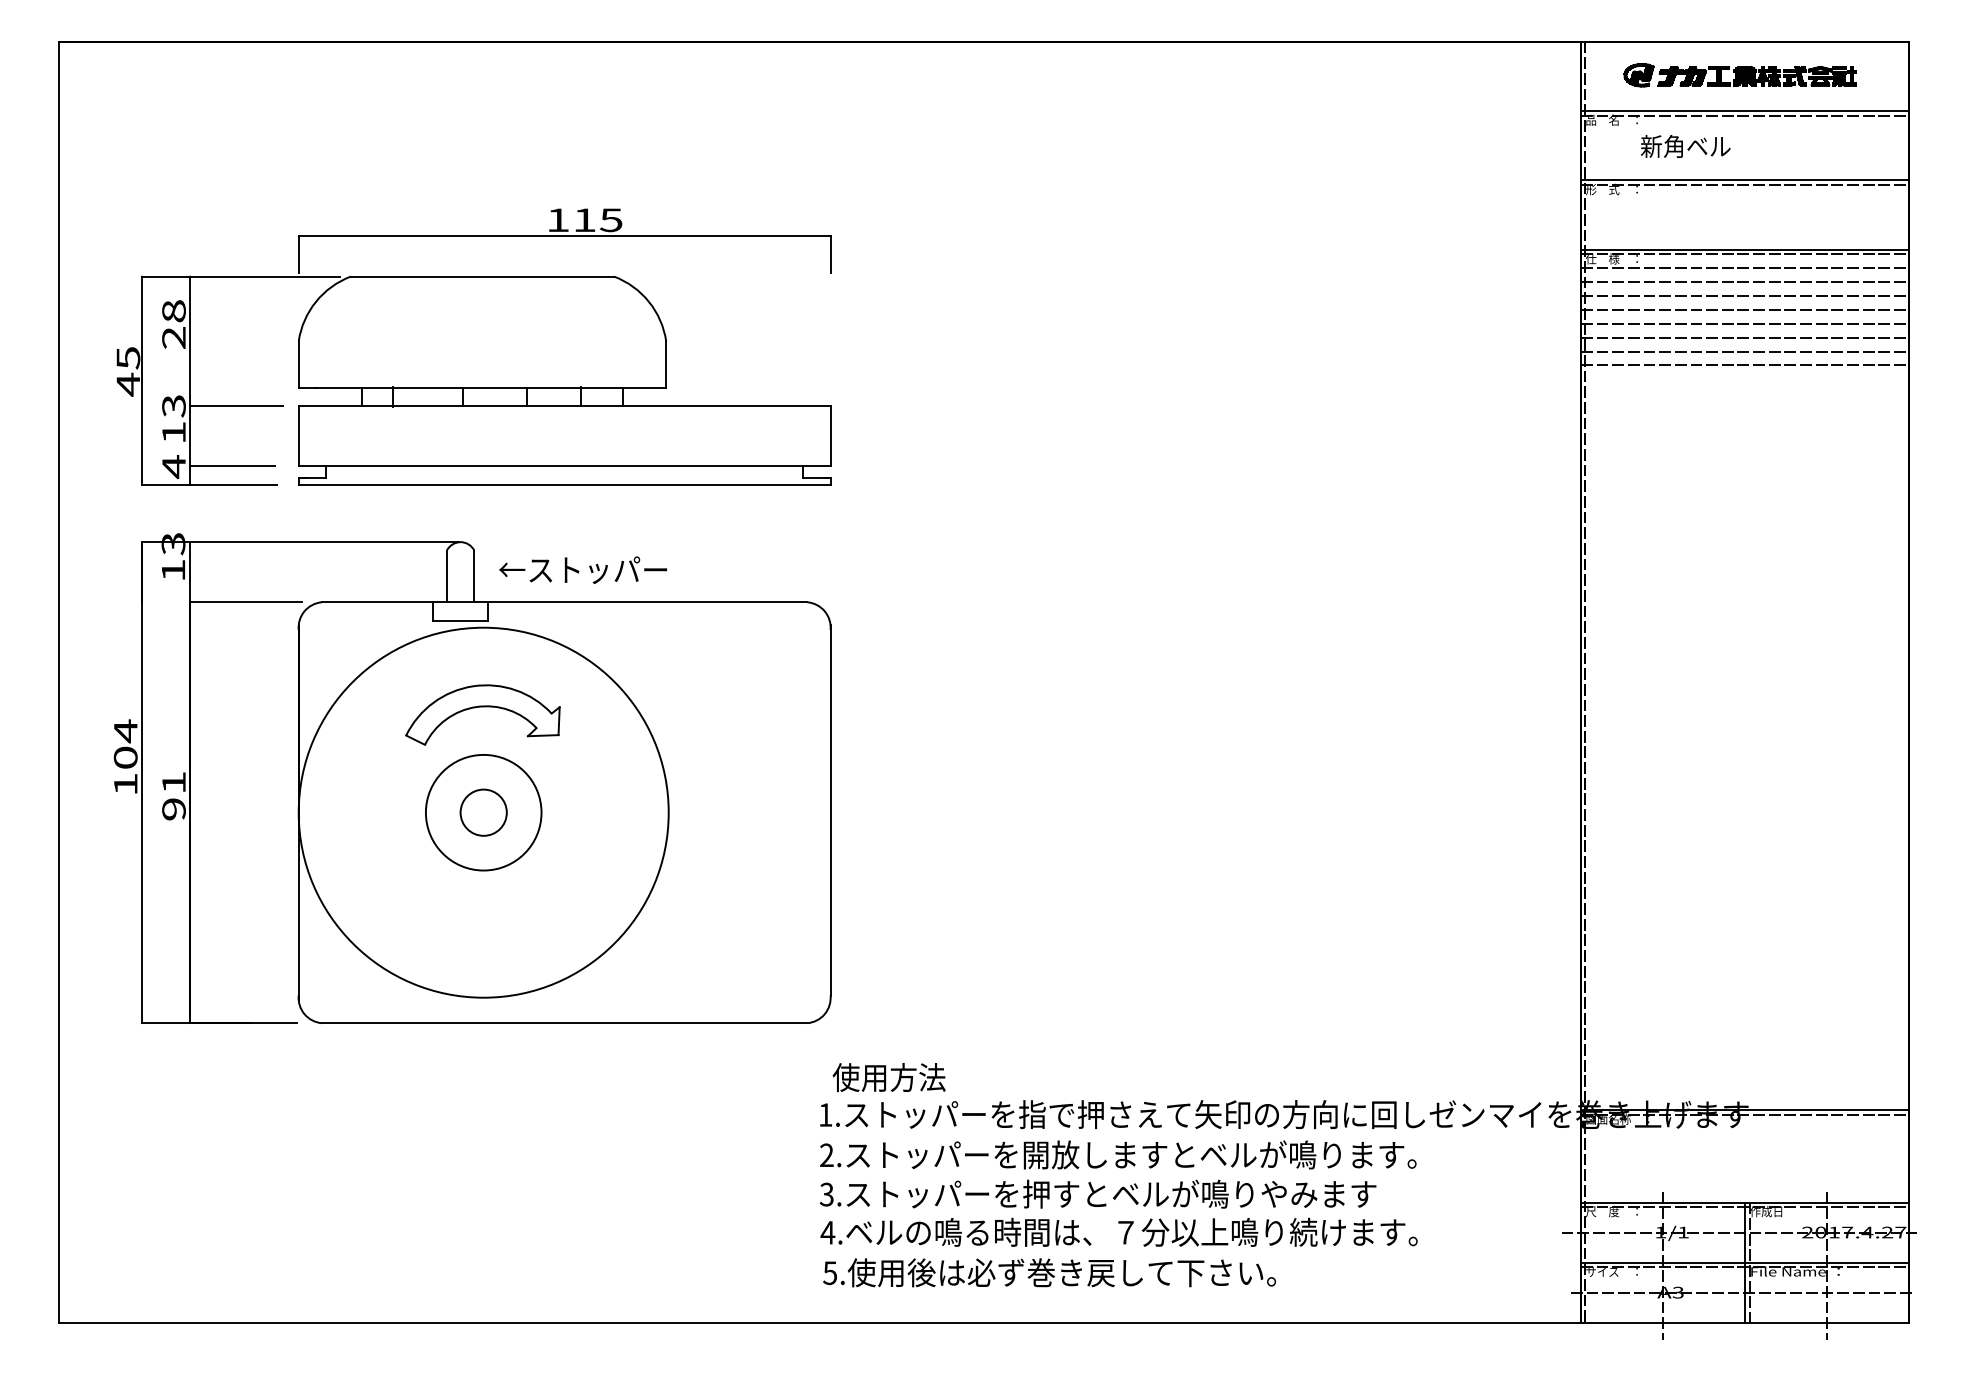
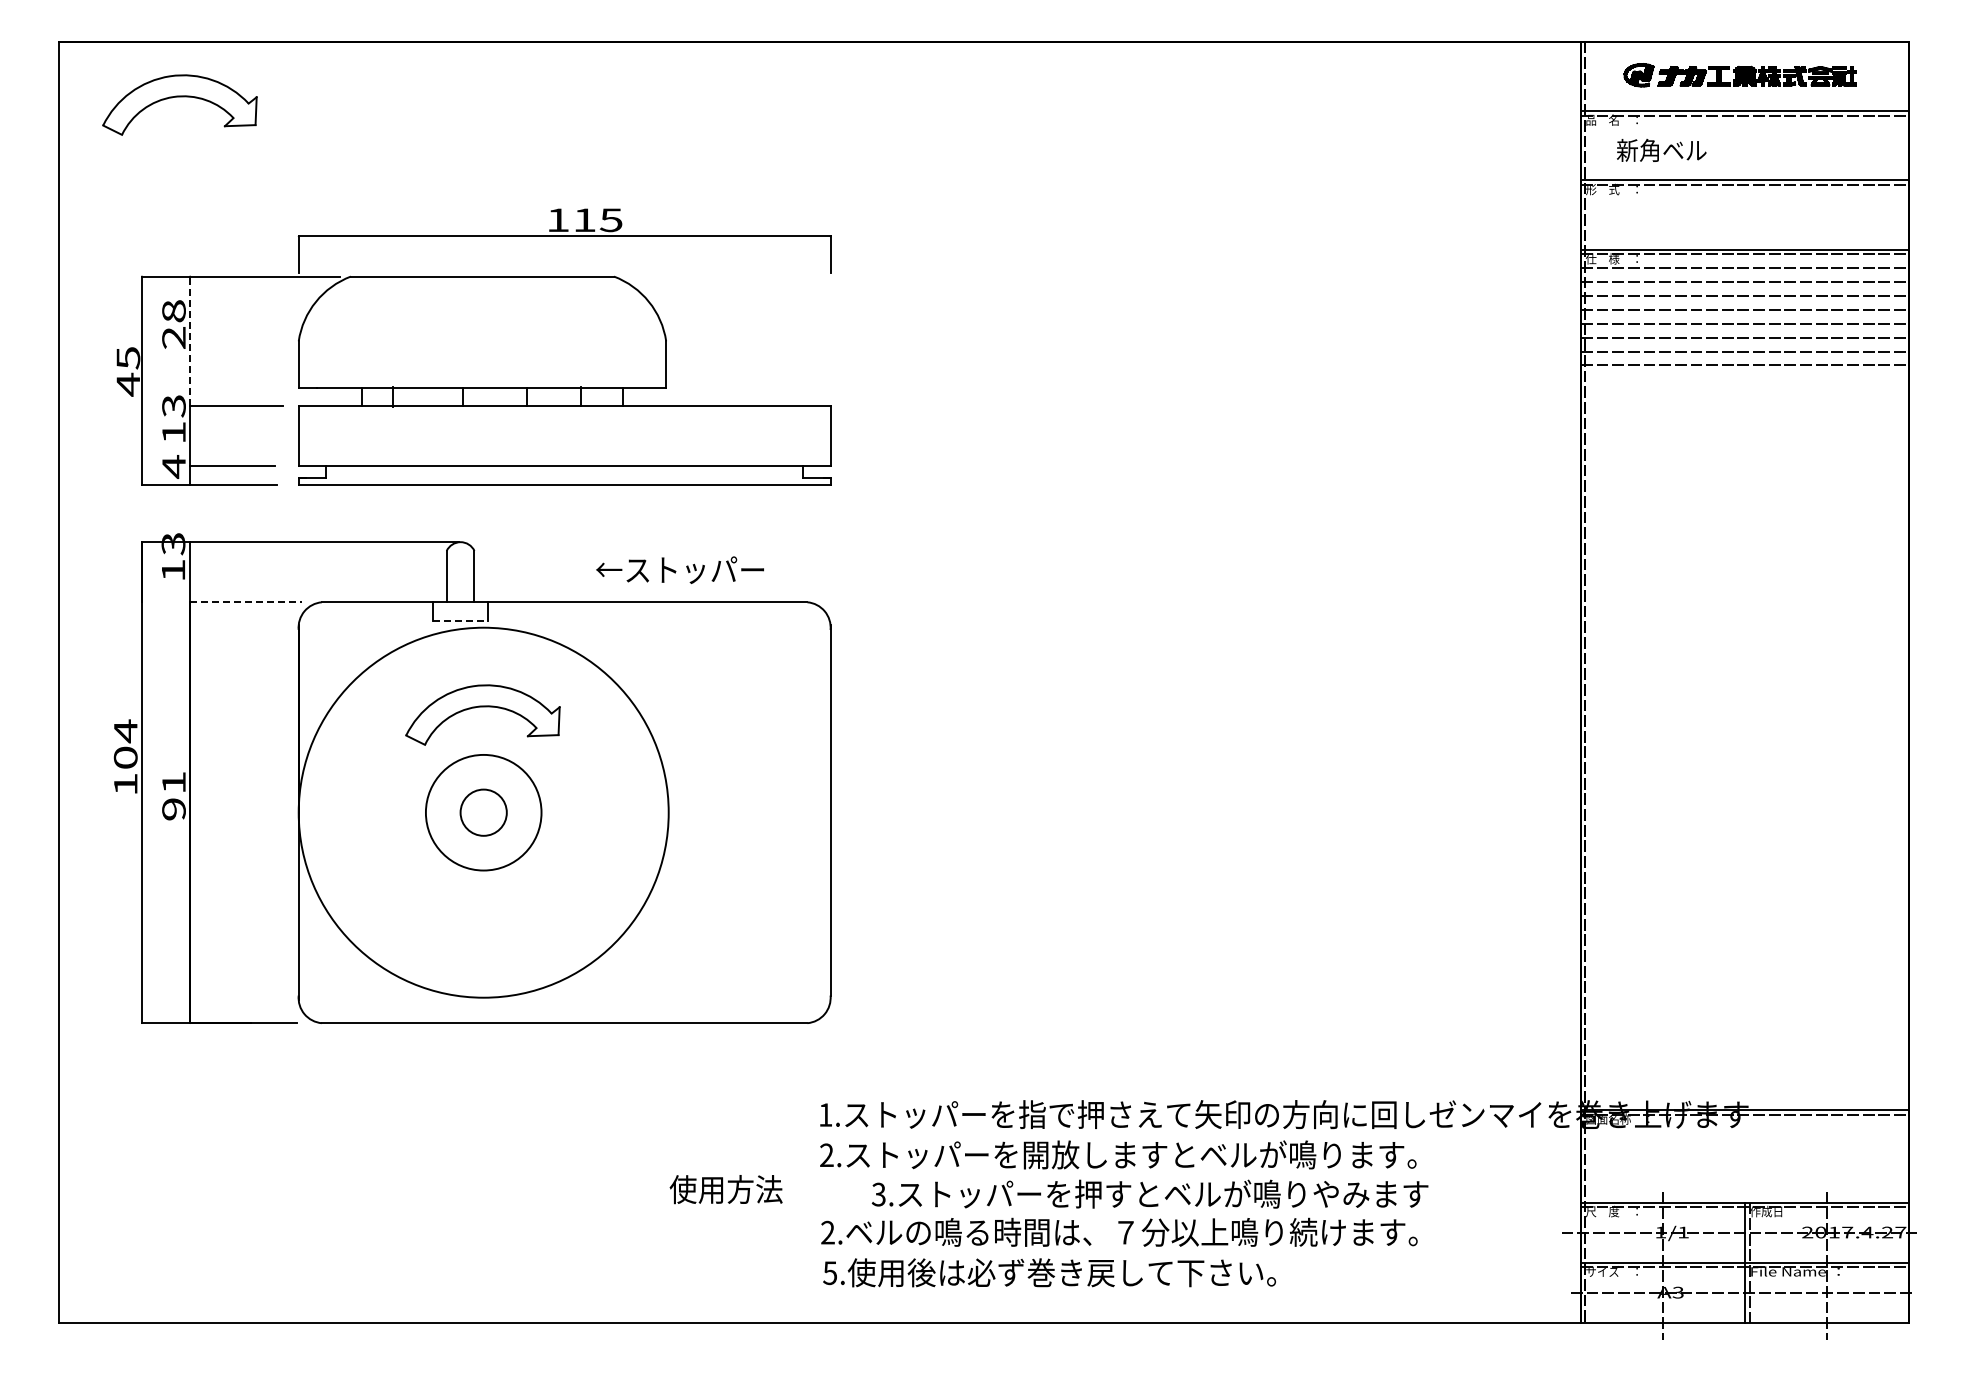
part at (179, 97): none -> present
text at (1685, 146) position: (1685, 146) -> (1661, 150)
line at (190, 341): solid -> dashed
text at (582, 569) position: (582, 569) -> (679, 569)
line at (246, 602): solid -> dashed
line at (460, 620): solid -> dashed
text at (888, 1077) position: (888, 1077) -> (725, 1189)
text at (1097, 1193) position: (1097, 1193) -> (1149, 1193)
text at (827, 1232): 4. -> 2.
